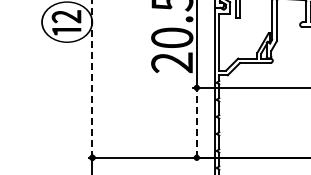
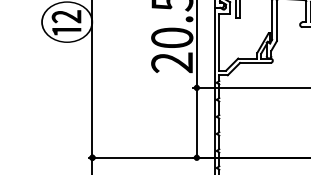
line at (92, 78): dashed -> solid
line at (196, 122): dashed -> solid
